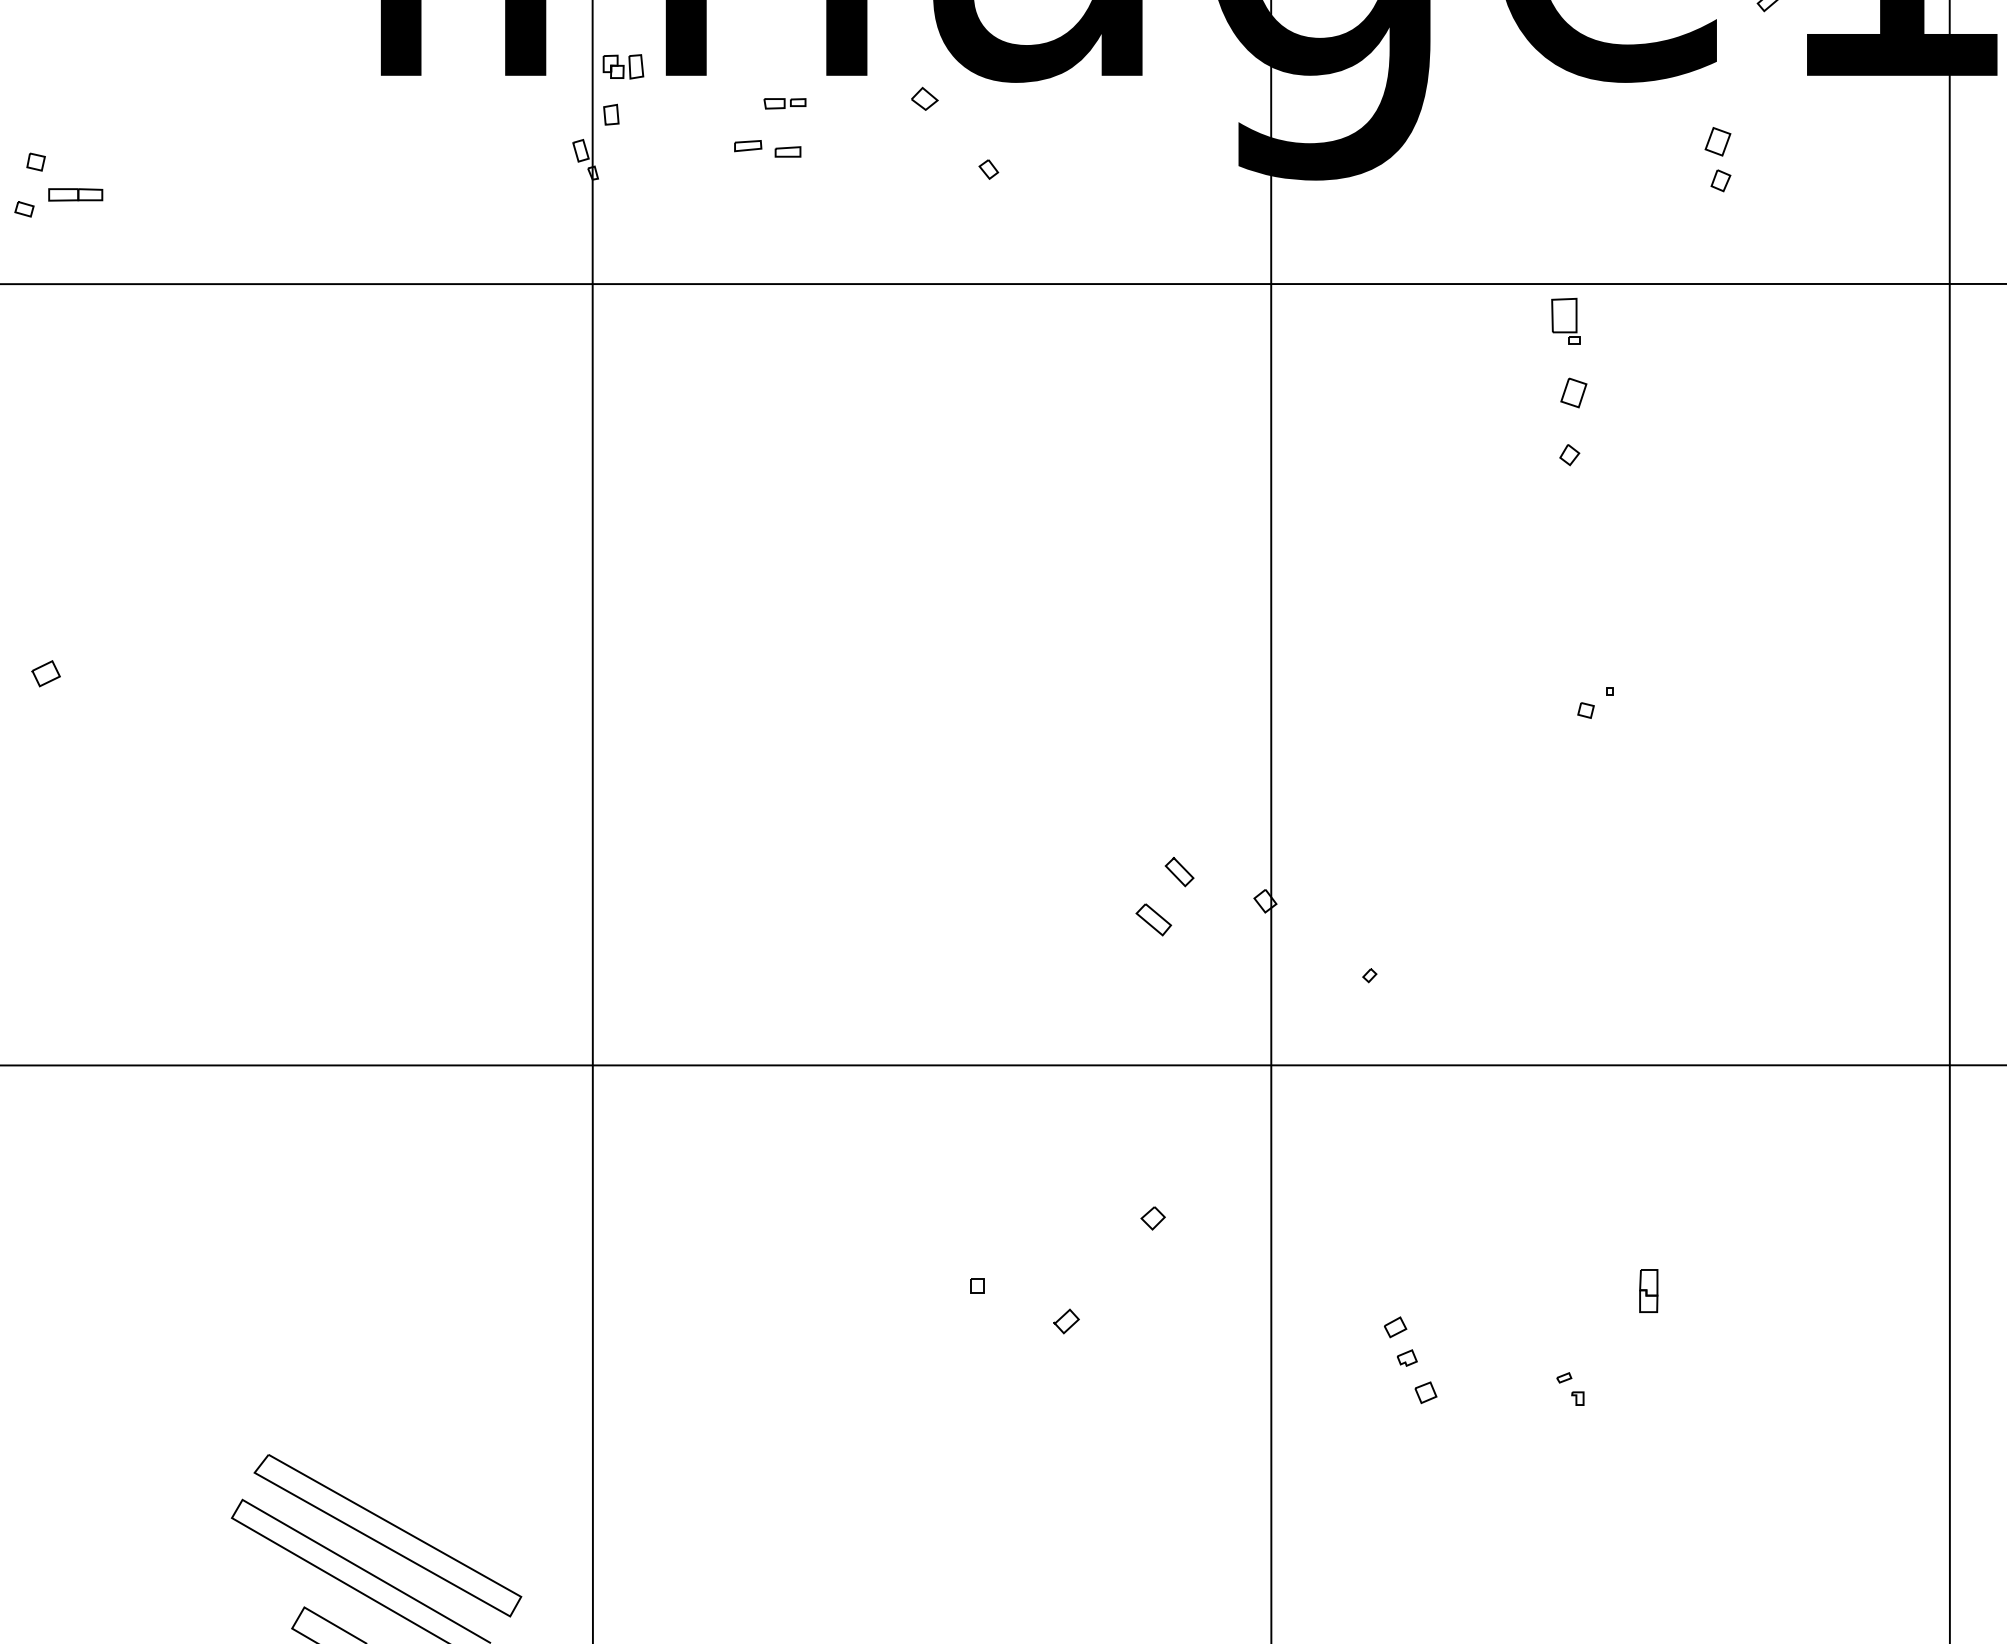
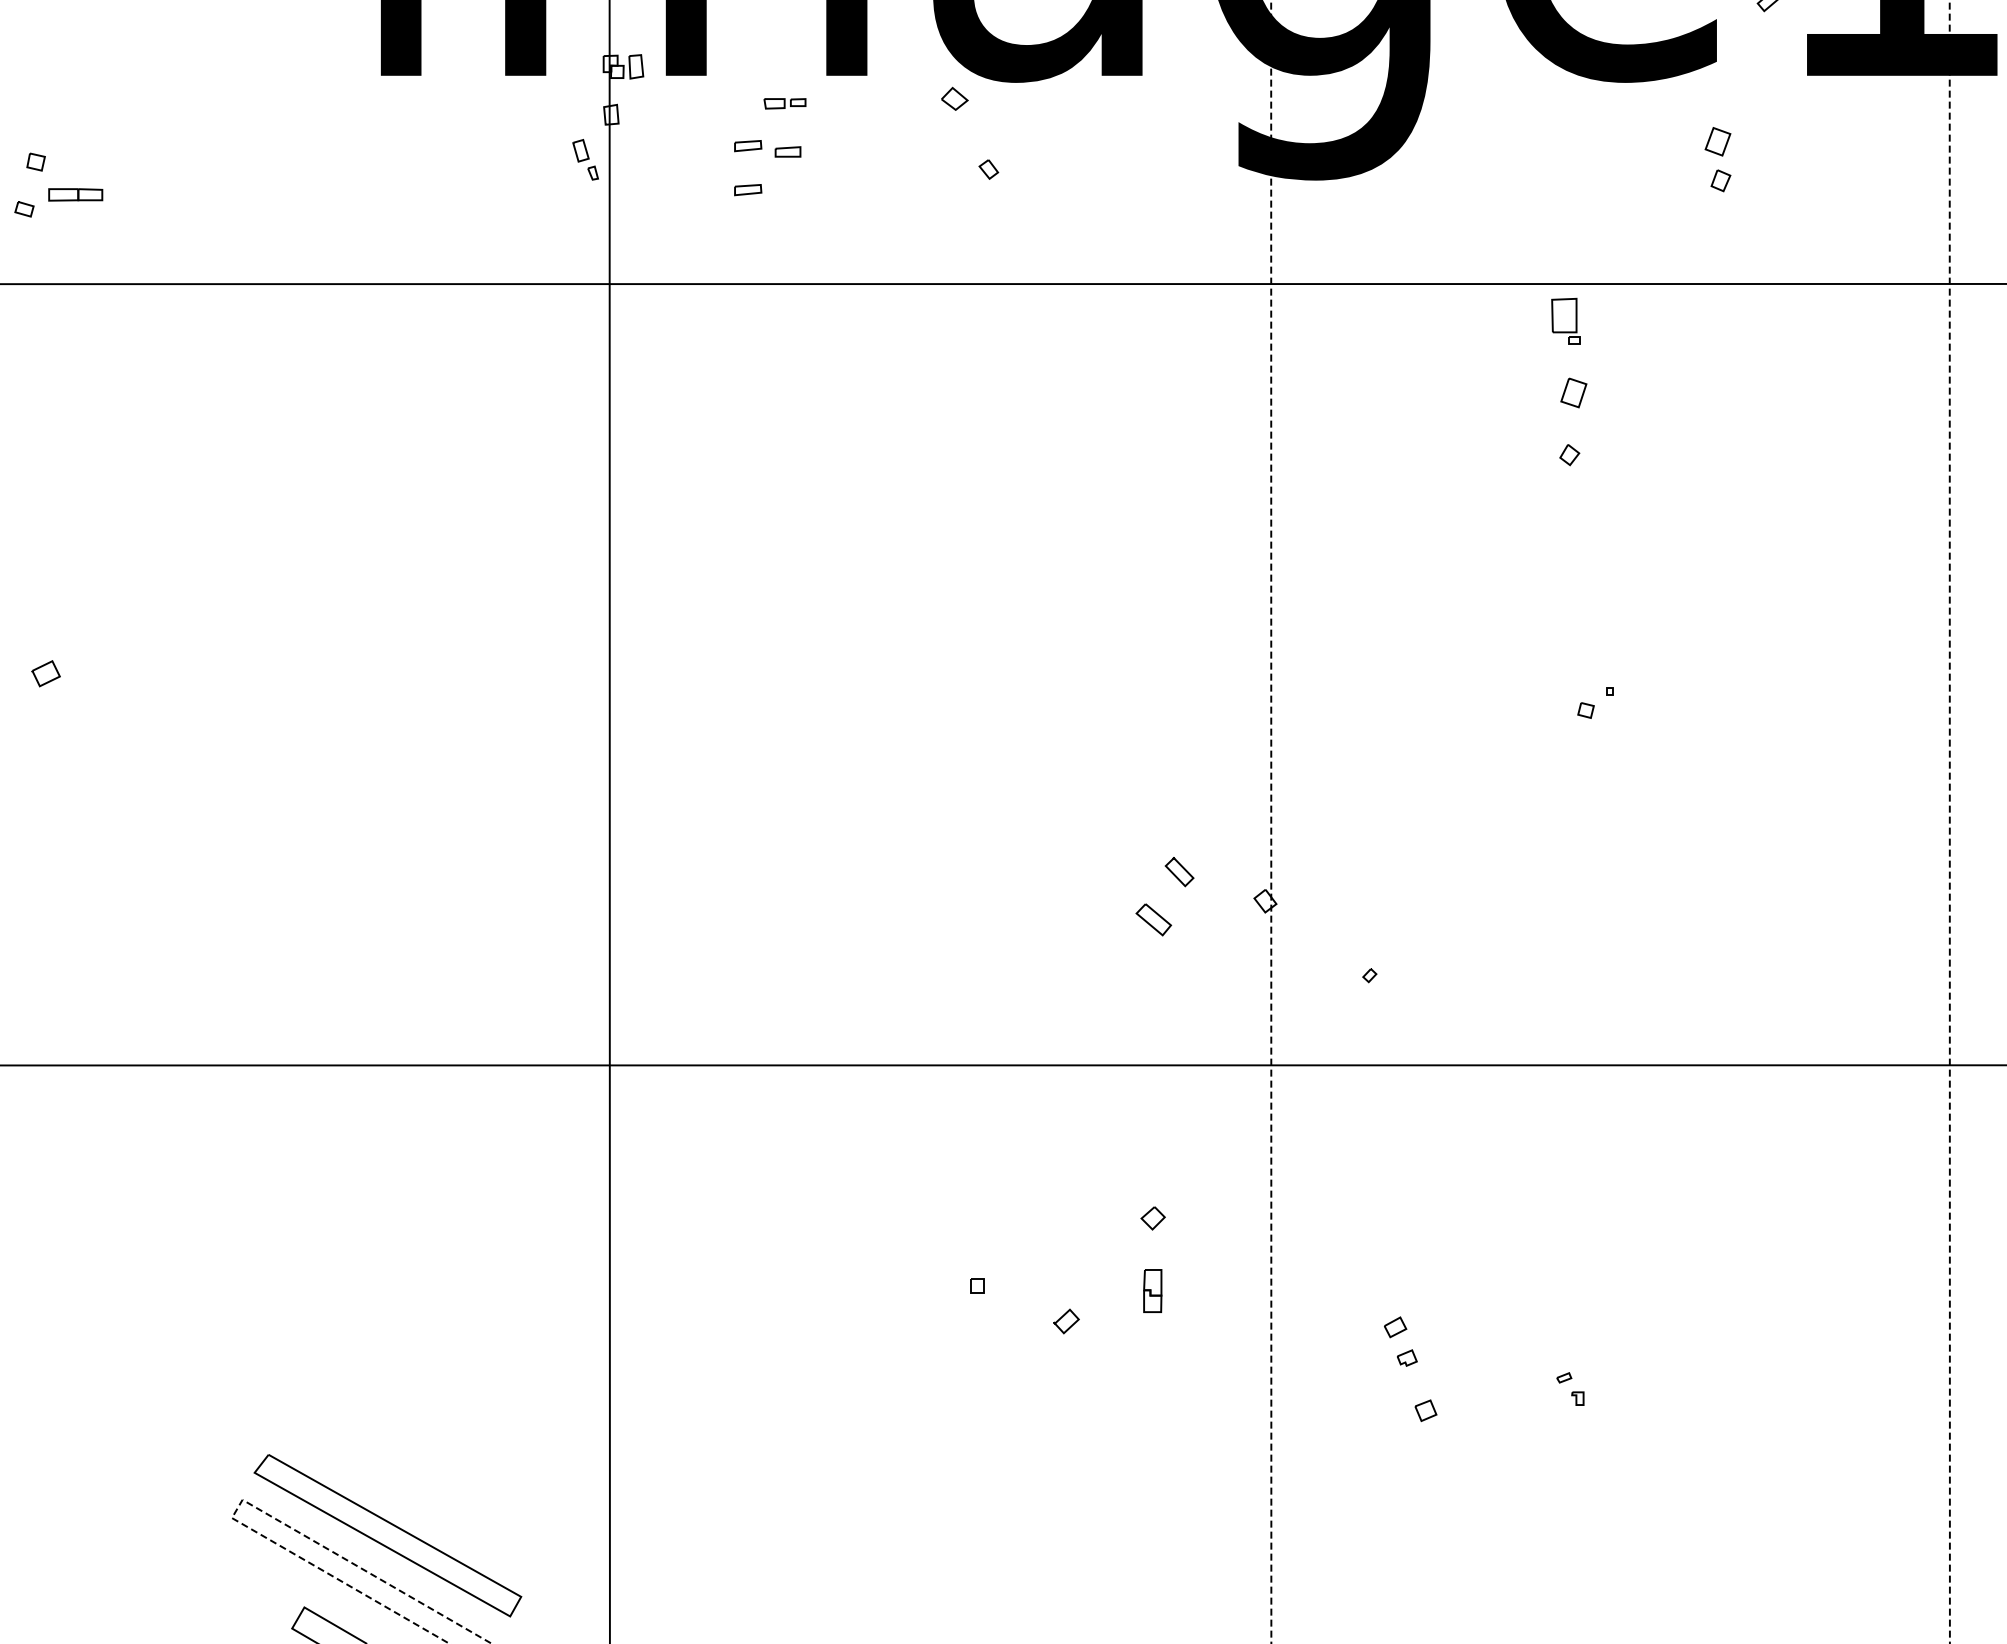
part at (924, 98) position: (924, 98) -> (954, 98)
part at (748, 190): none -> present
line at (592, 821) position: (592, 821) -> (609, 821)
line at (1271, 821): solid -> dashed
line at (1949, 821): solid -> dashed
part at (1648, 1290) position: (1648, 1290) -> (1152, 1290)
part at (1425, 1392) position: (1425, 1392) -> (1425, 1410)
line at (246, 1502): solid -> dashed
